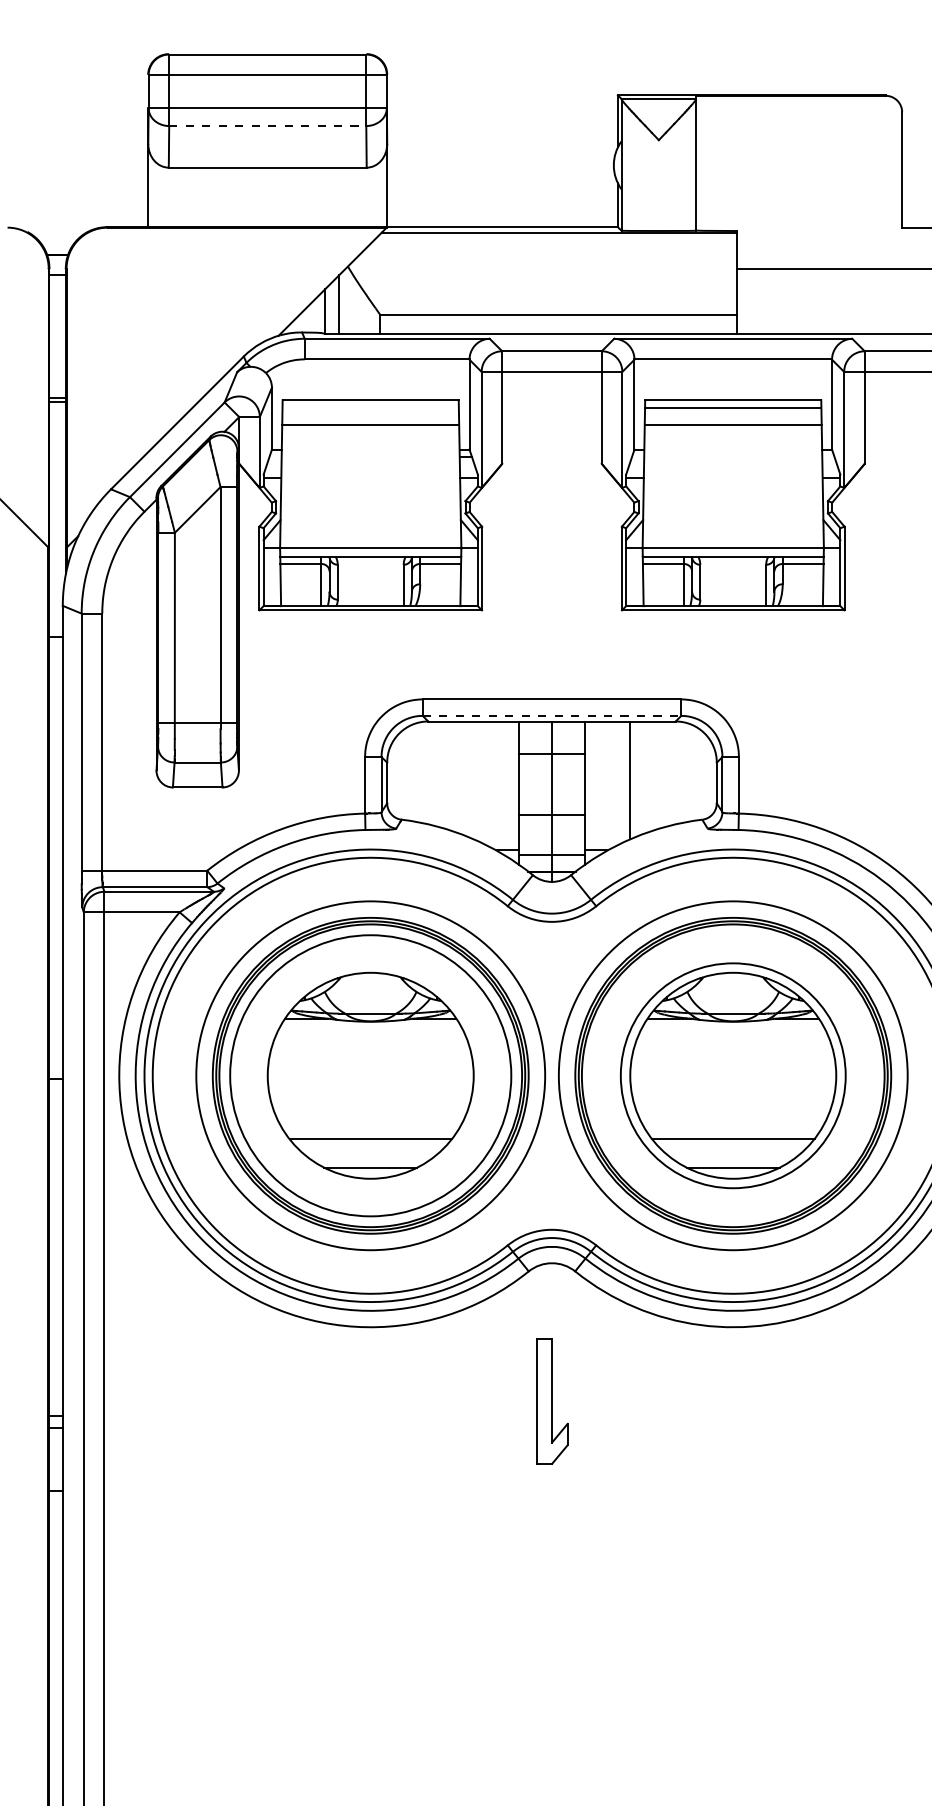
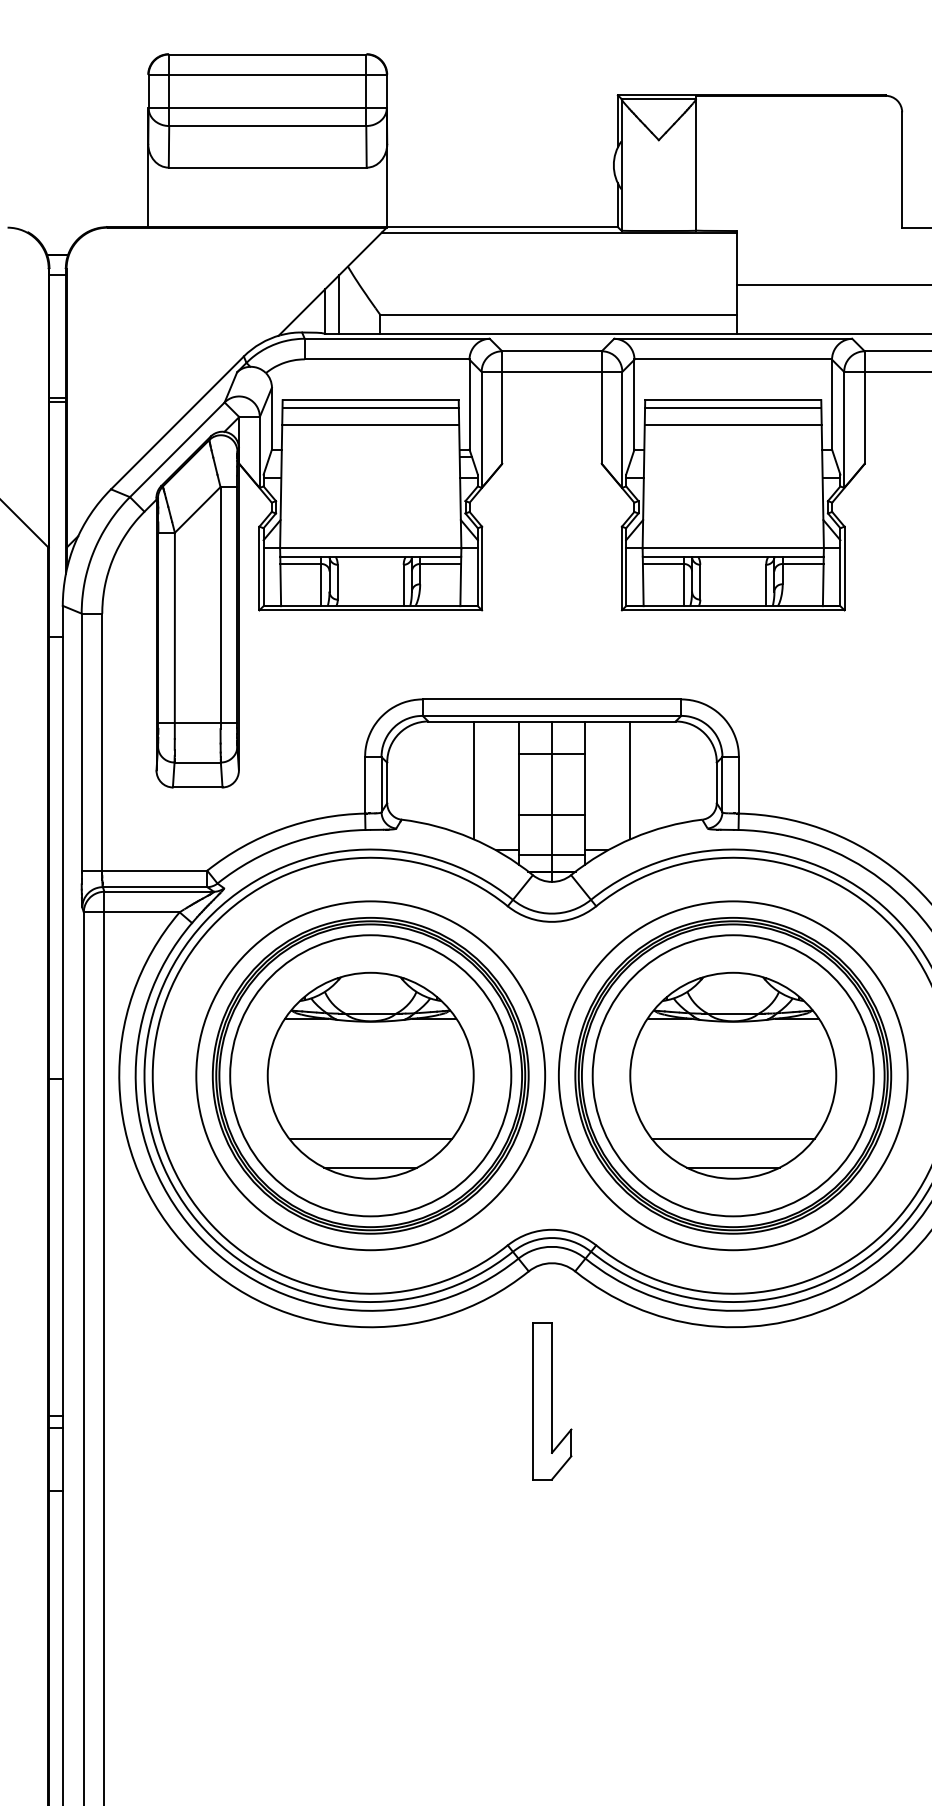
line at (267, 126): dashed -> solid
line at (832, 268) position: (832, 268) -> (832, 284)
line at (370, 408): none -> present
line at (552, 715): dashed -> solid
line at (473, 780): none -> present
circle at (732, 1075) diameter: 225 px -> 281 px
part at (552, 1401) size: 33x127 px -> 41x159 px
